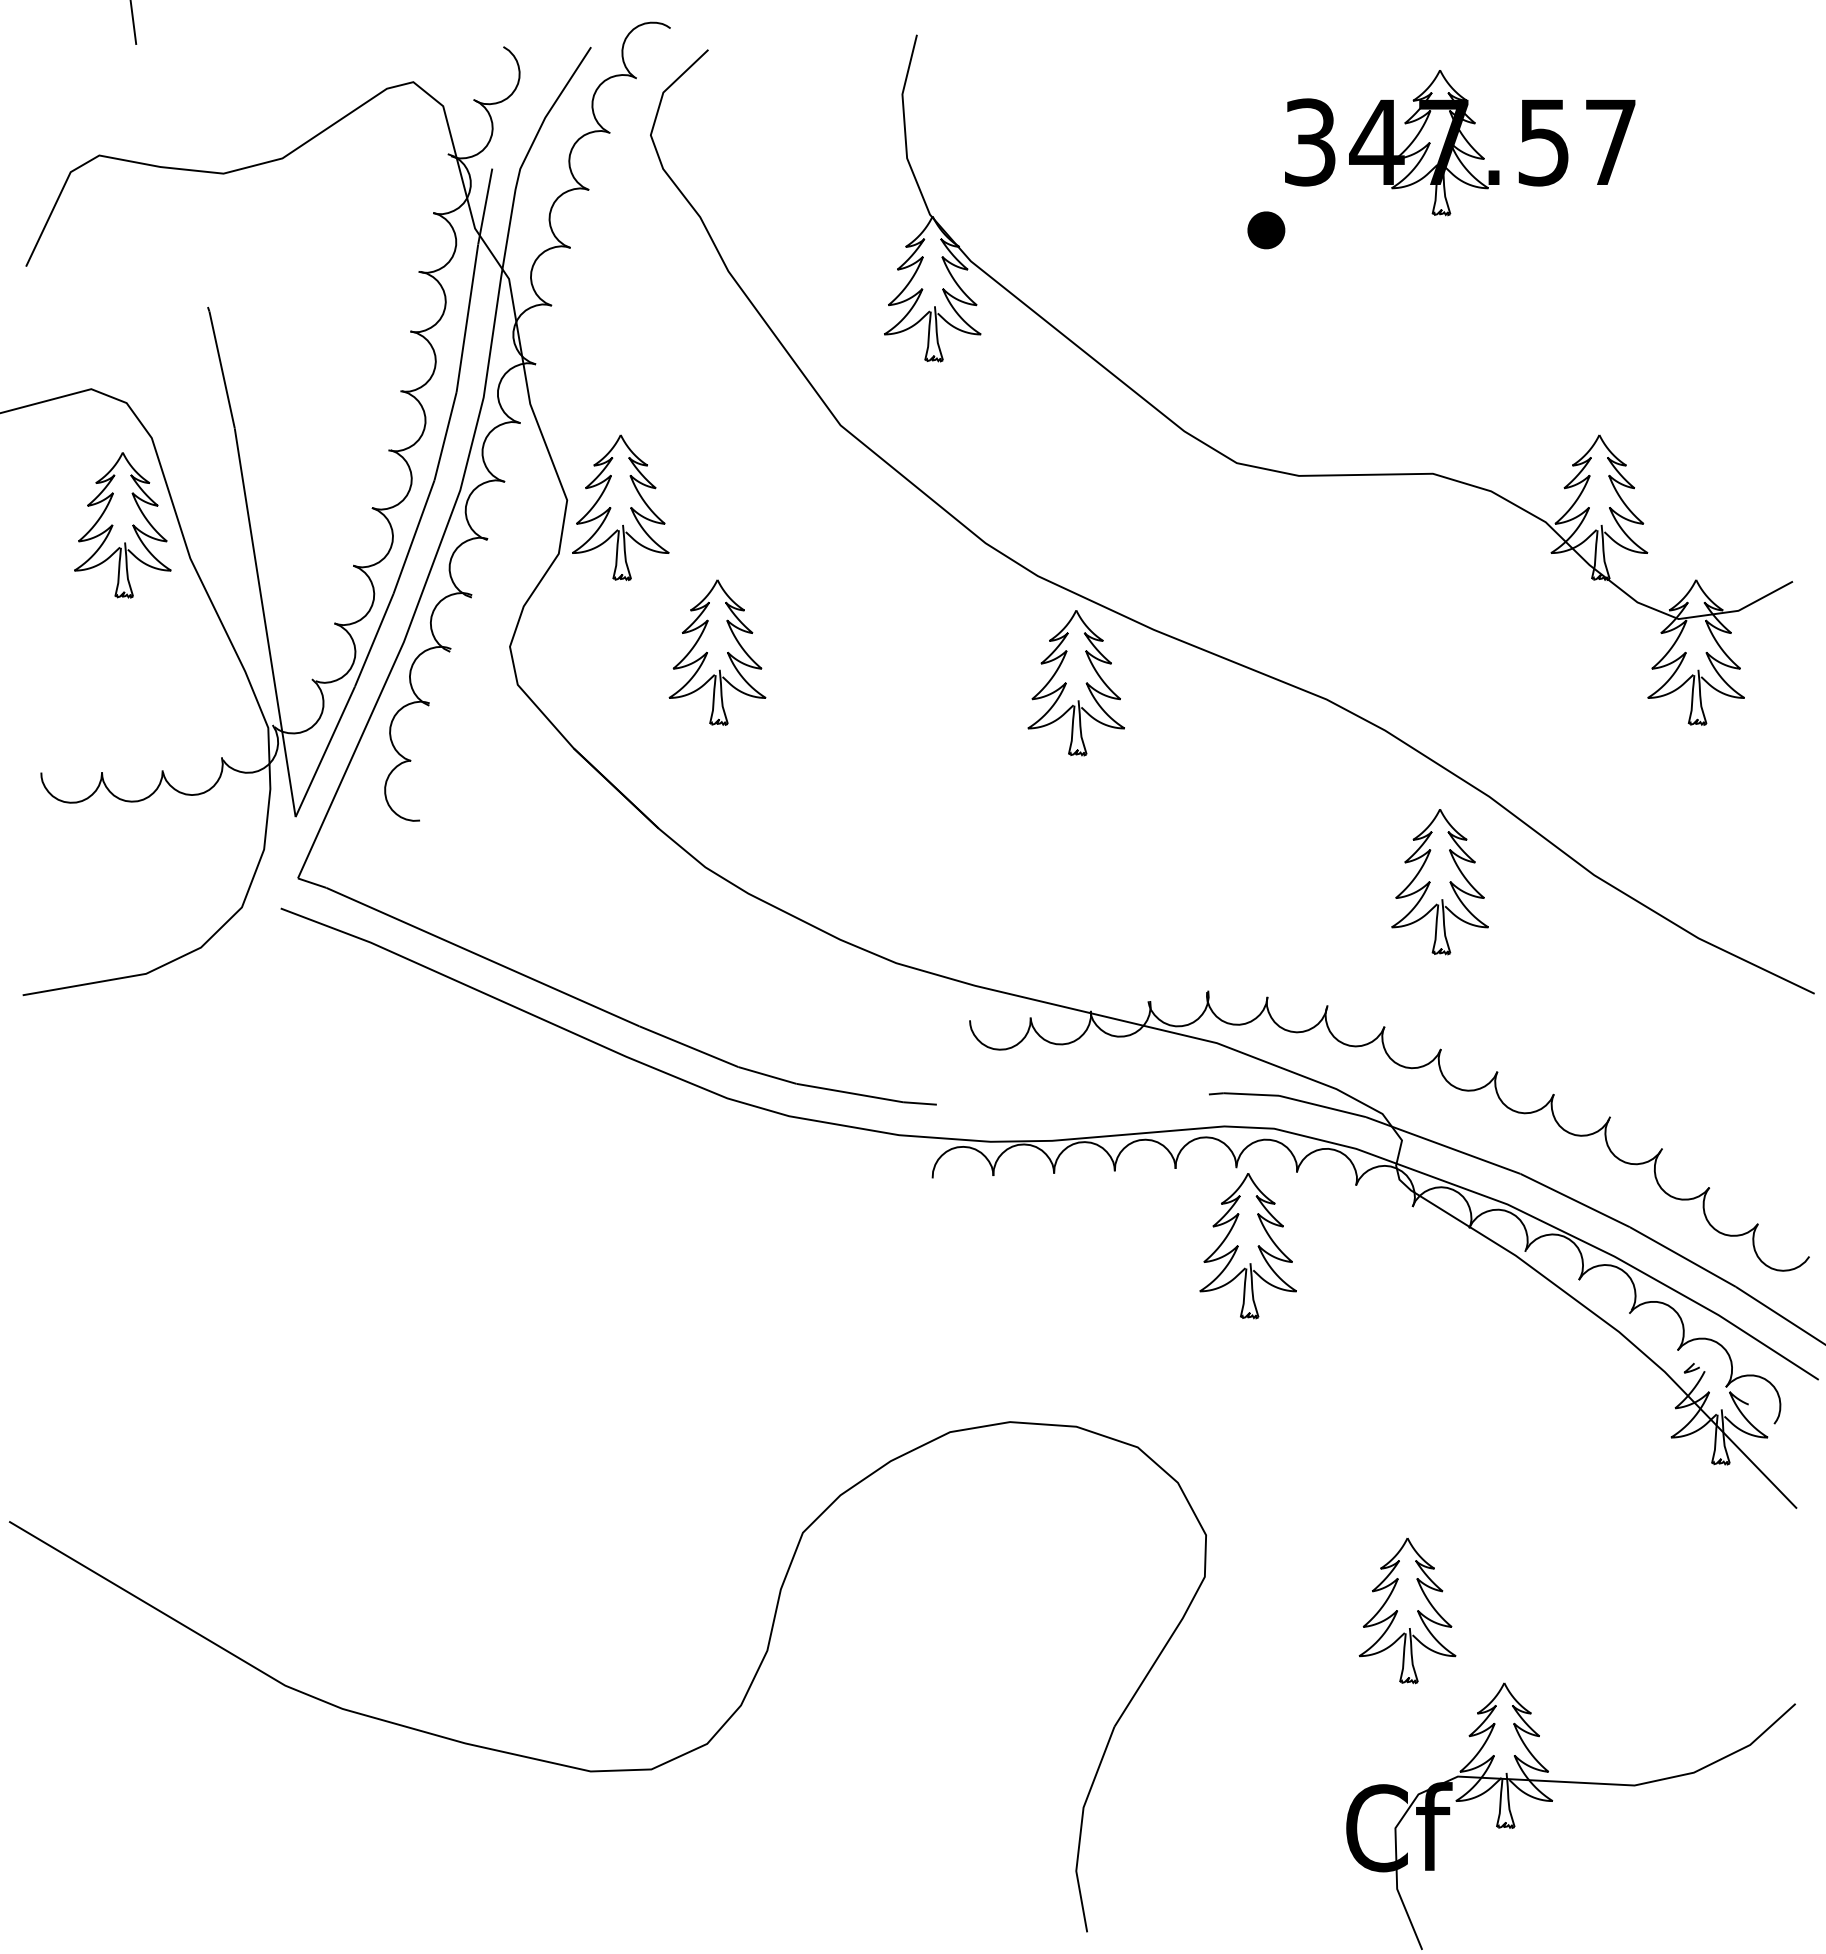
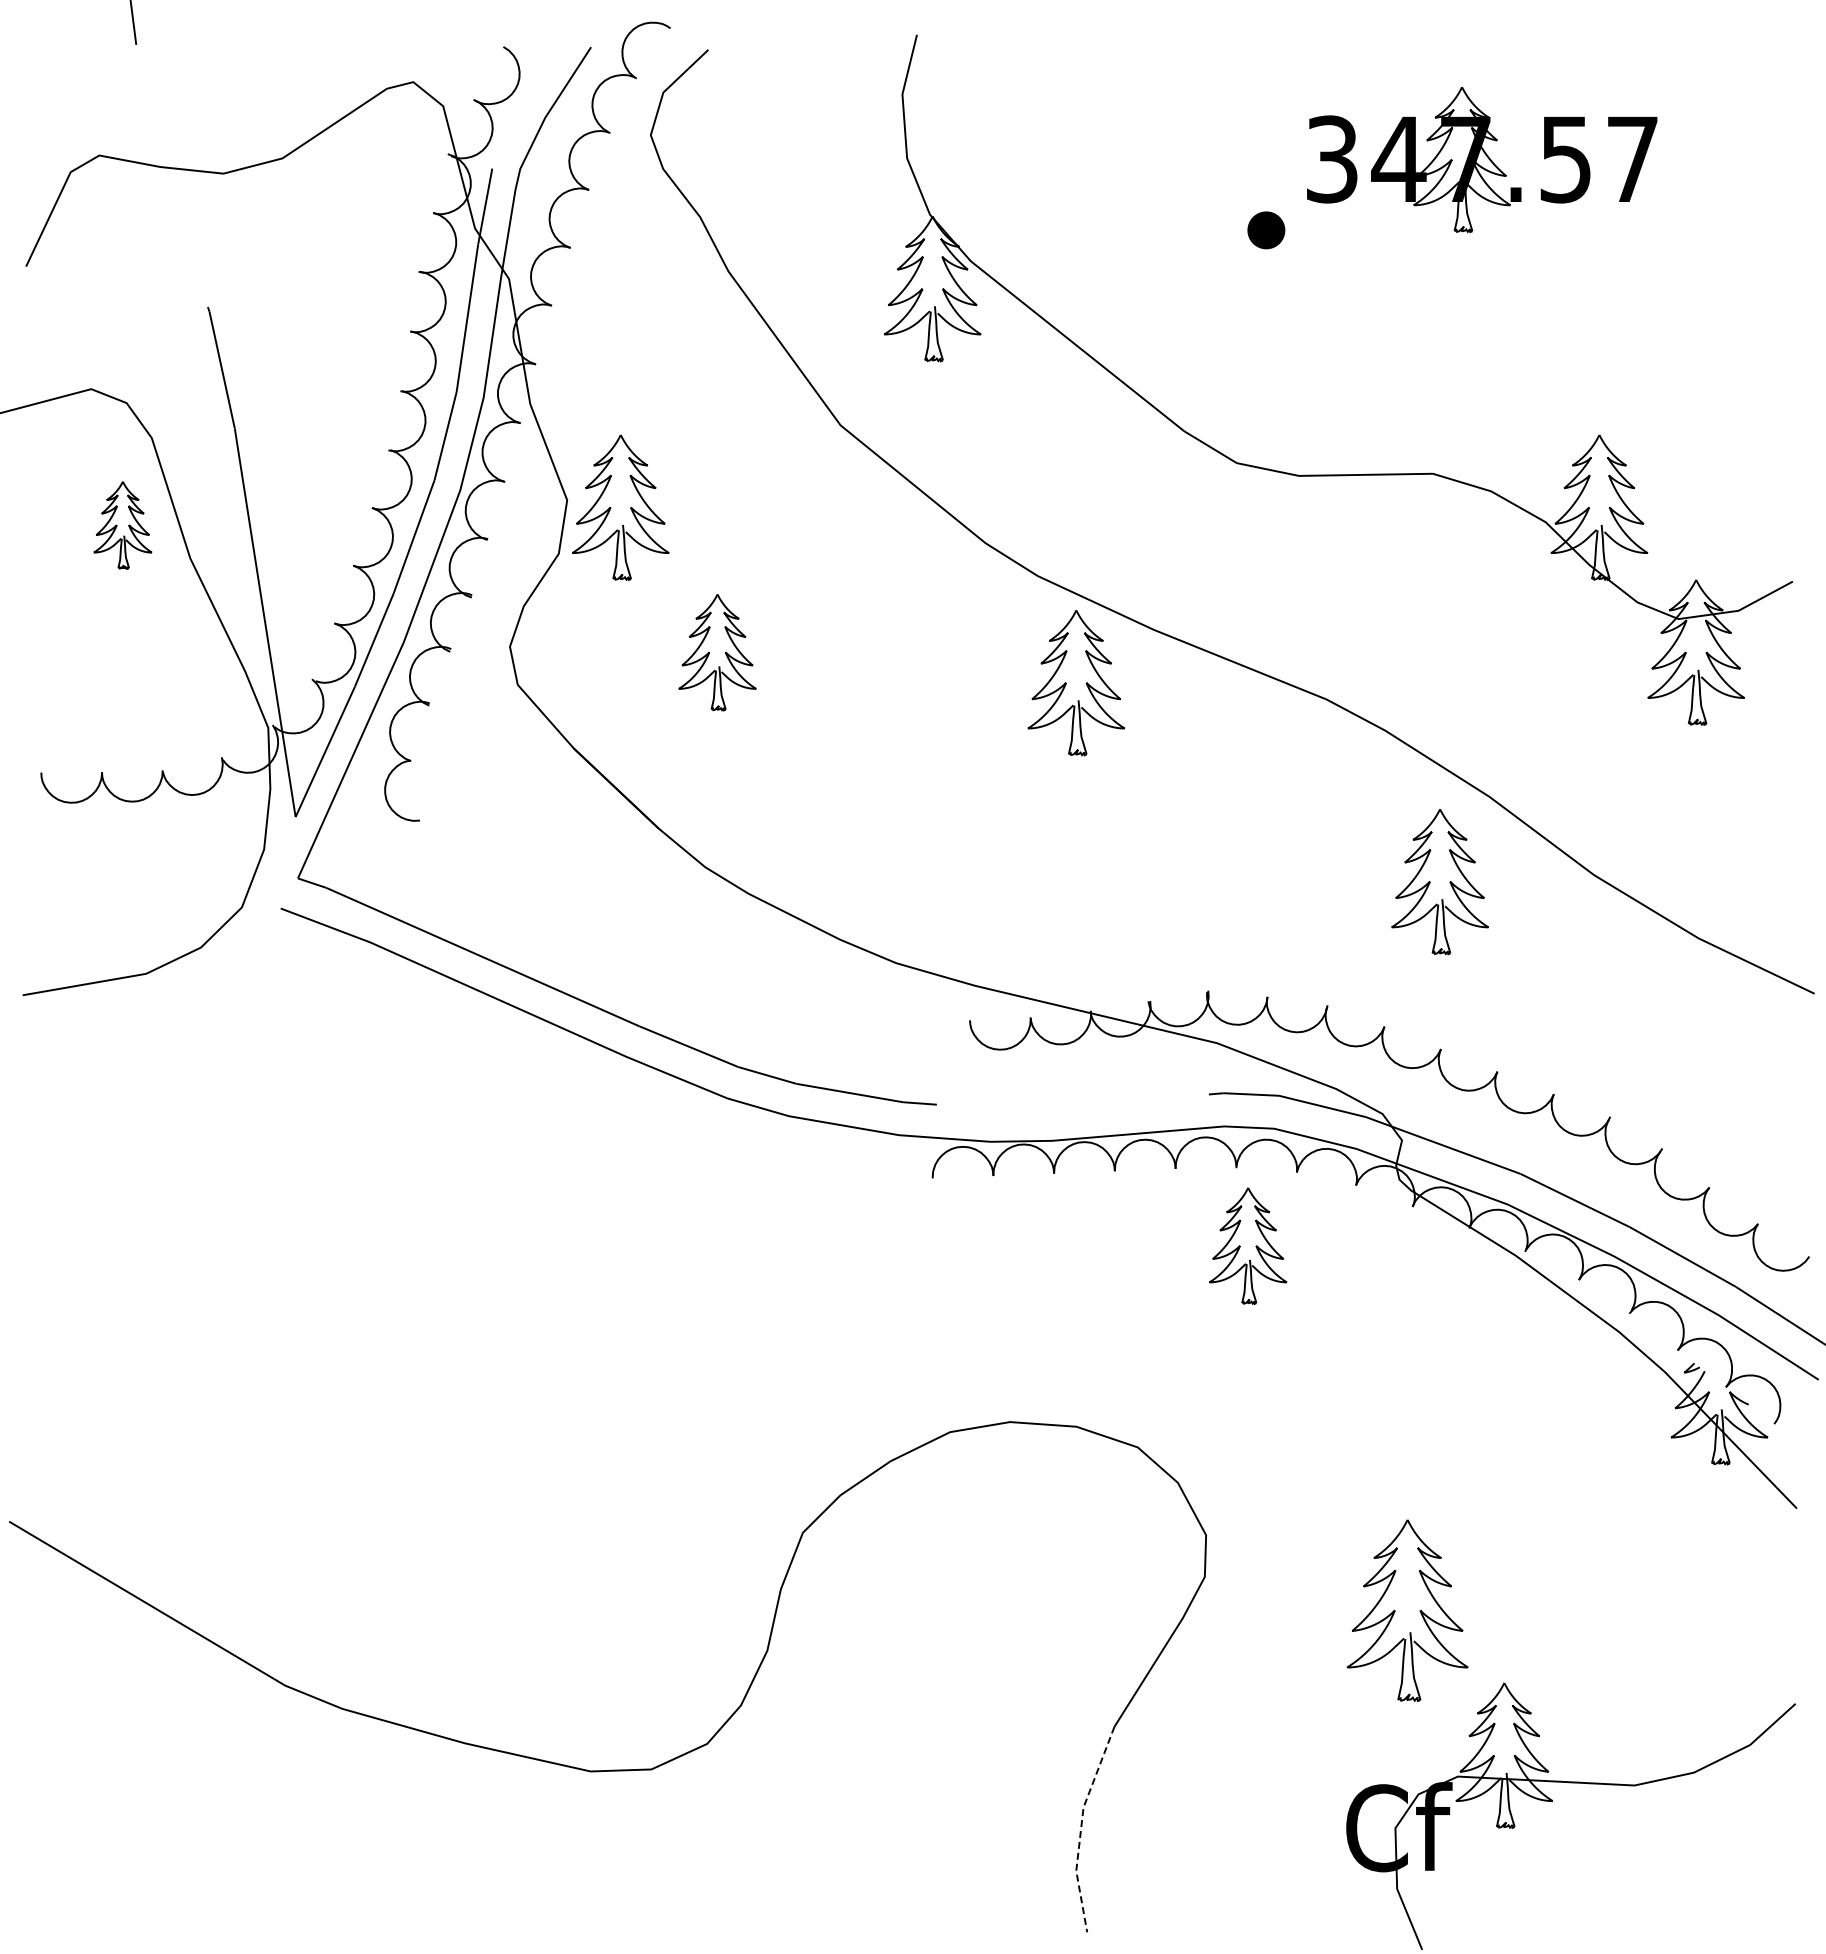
part at (1460, 143) position: (1460, 143) -> (1482, 160)
part at (122, 525) size: 98x147 px -> 60x89 px
part at (717, 652) size: 99x147 px -> 79x118 px
part at (1247, 1246) size: 98x147 px -> 79x118 px
part at (1407, 1610) size: 99x148 px -> 123x184 px
line at (1081, 1827): solid -> dashed
